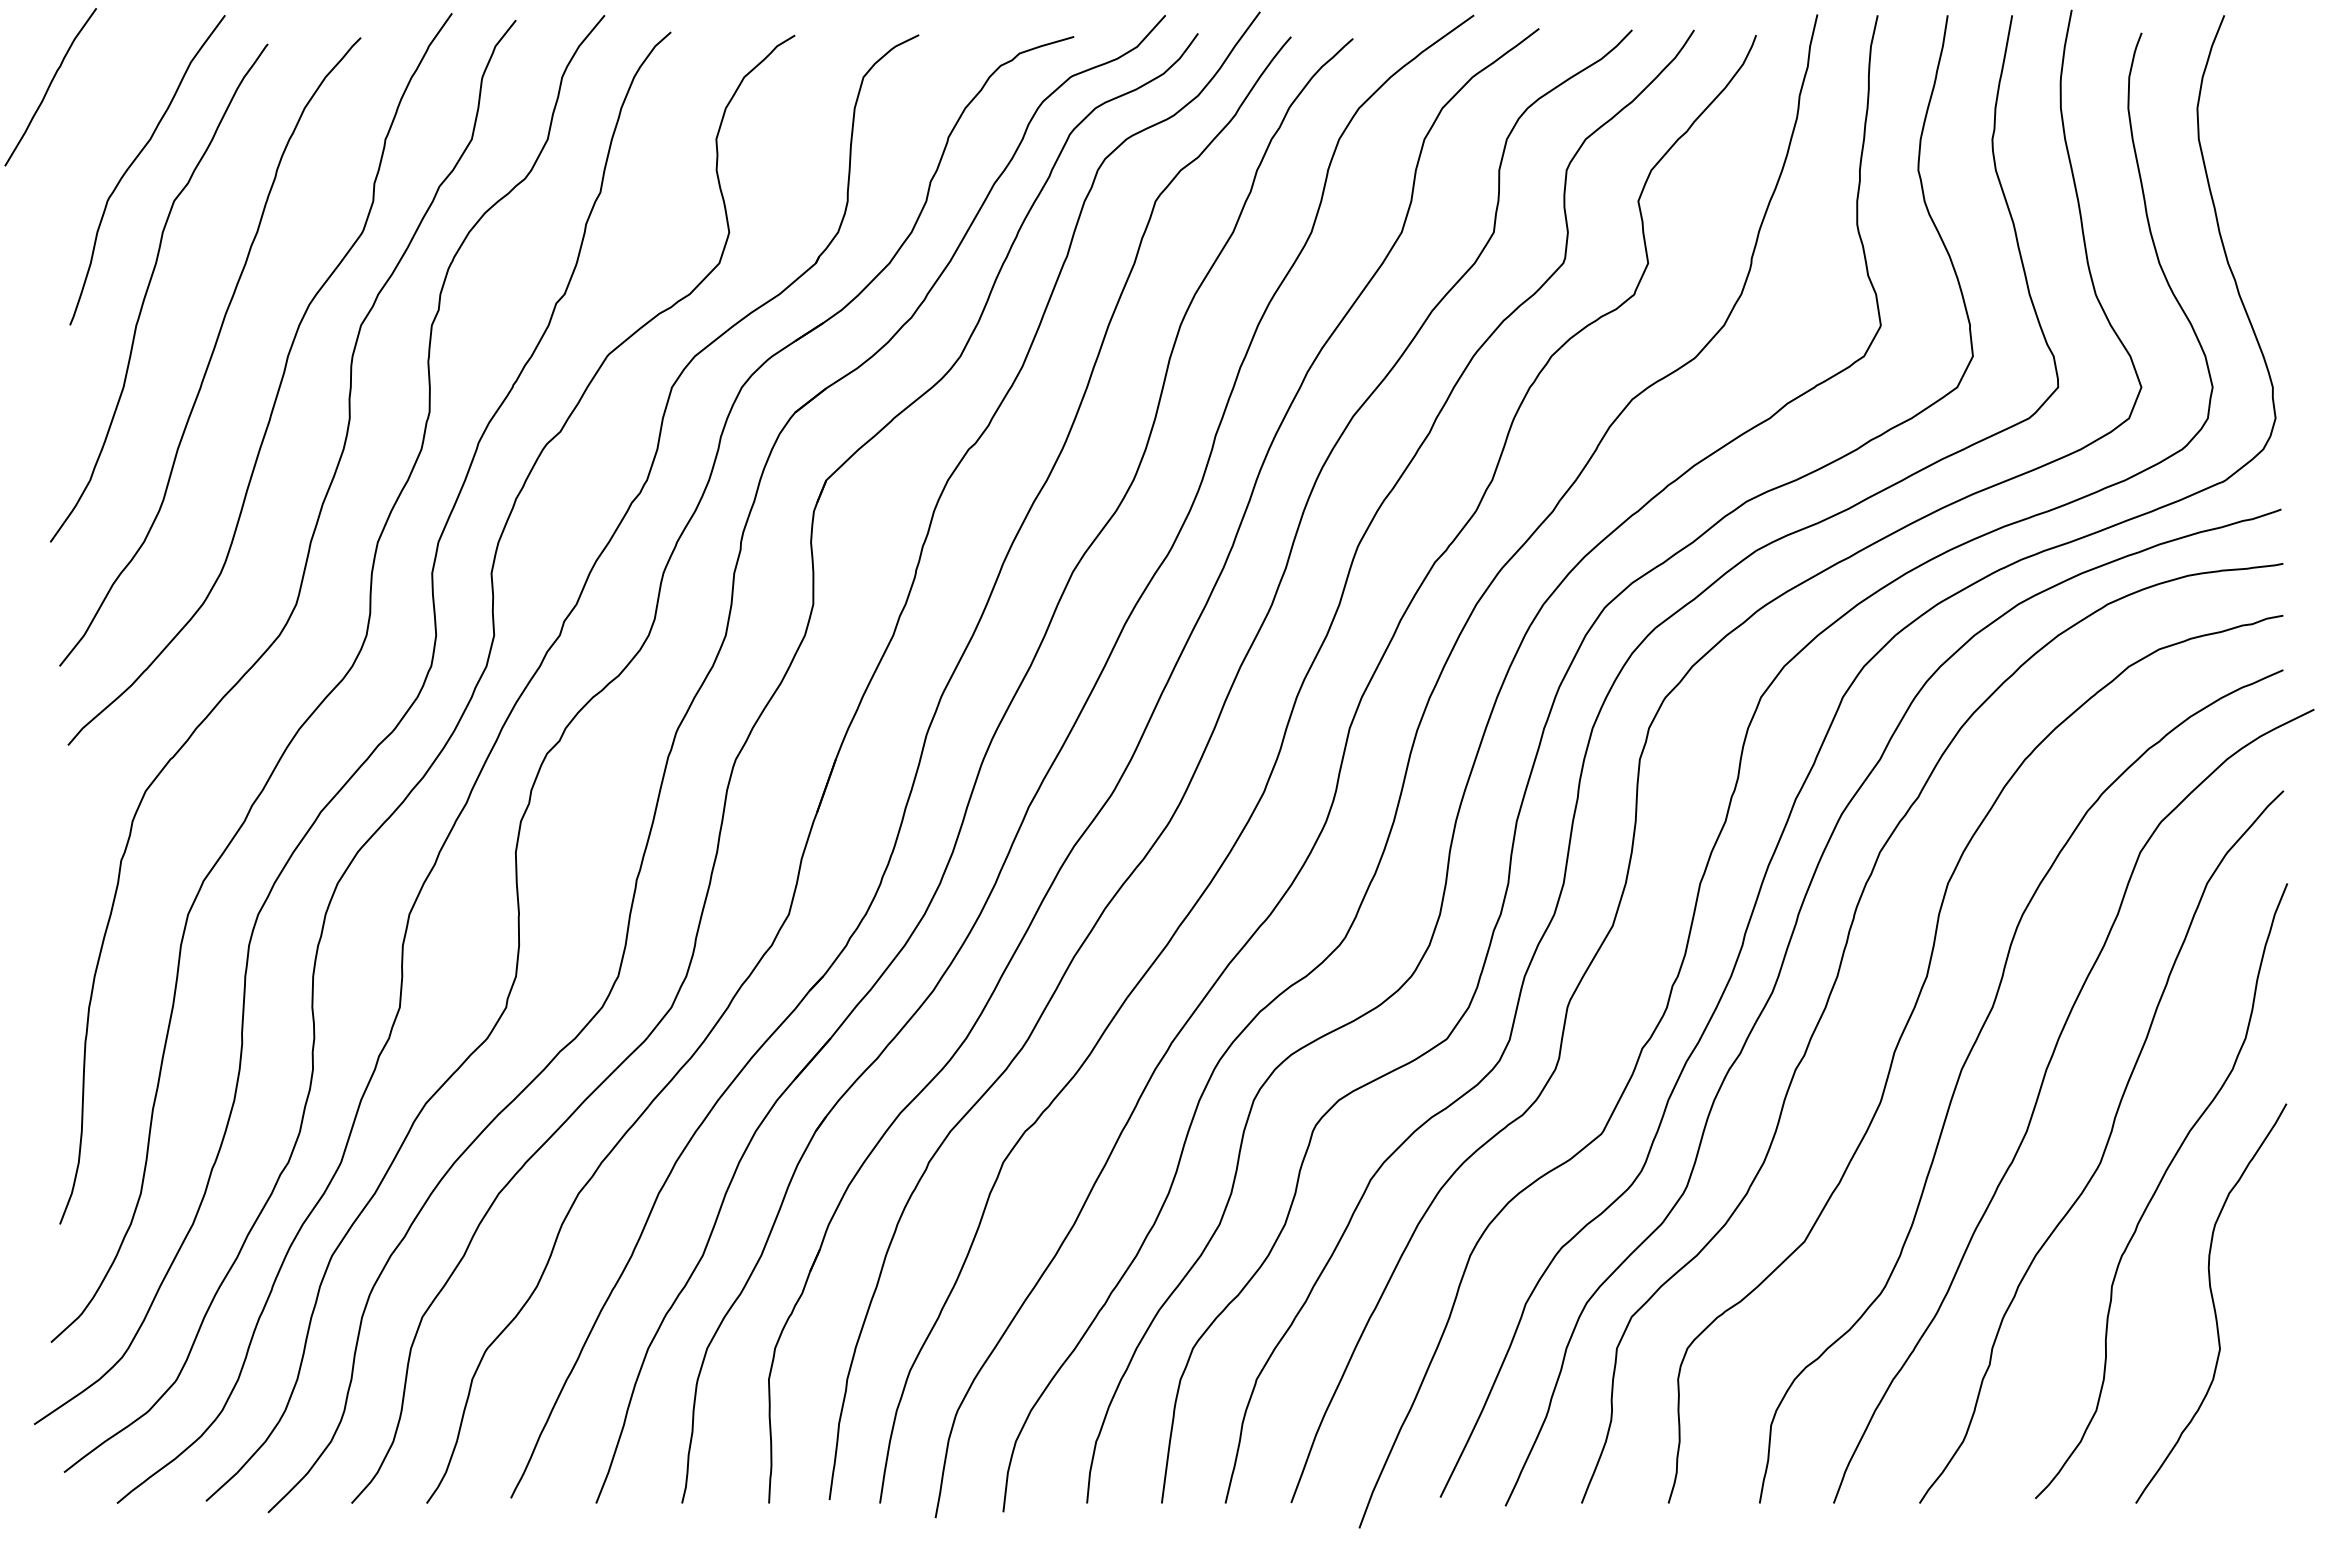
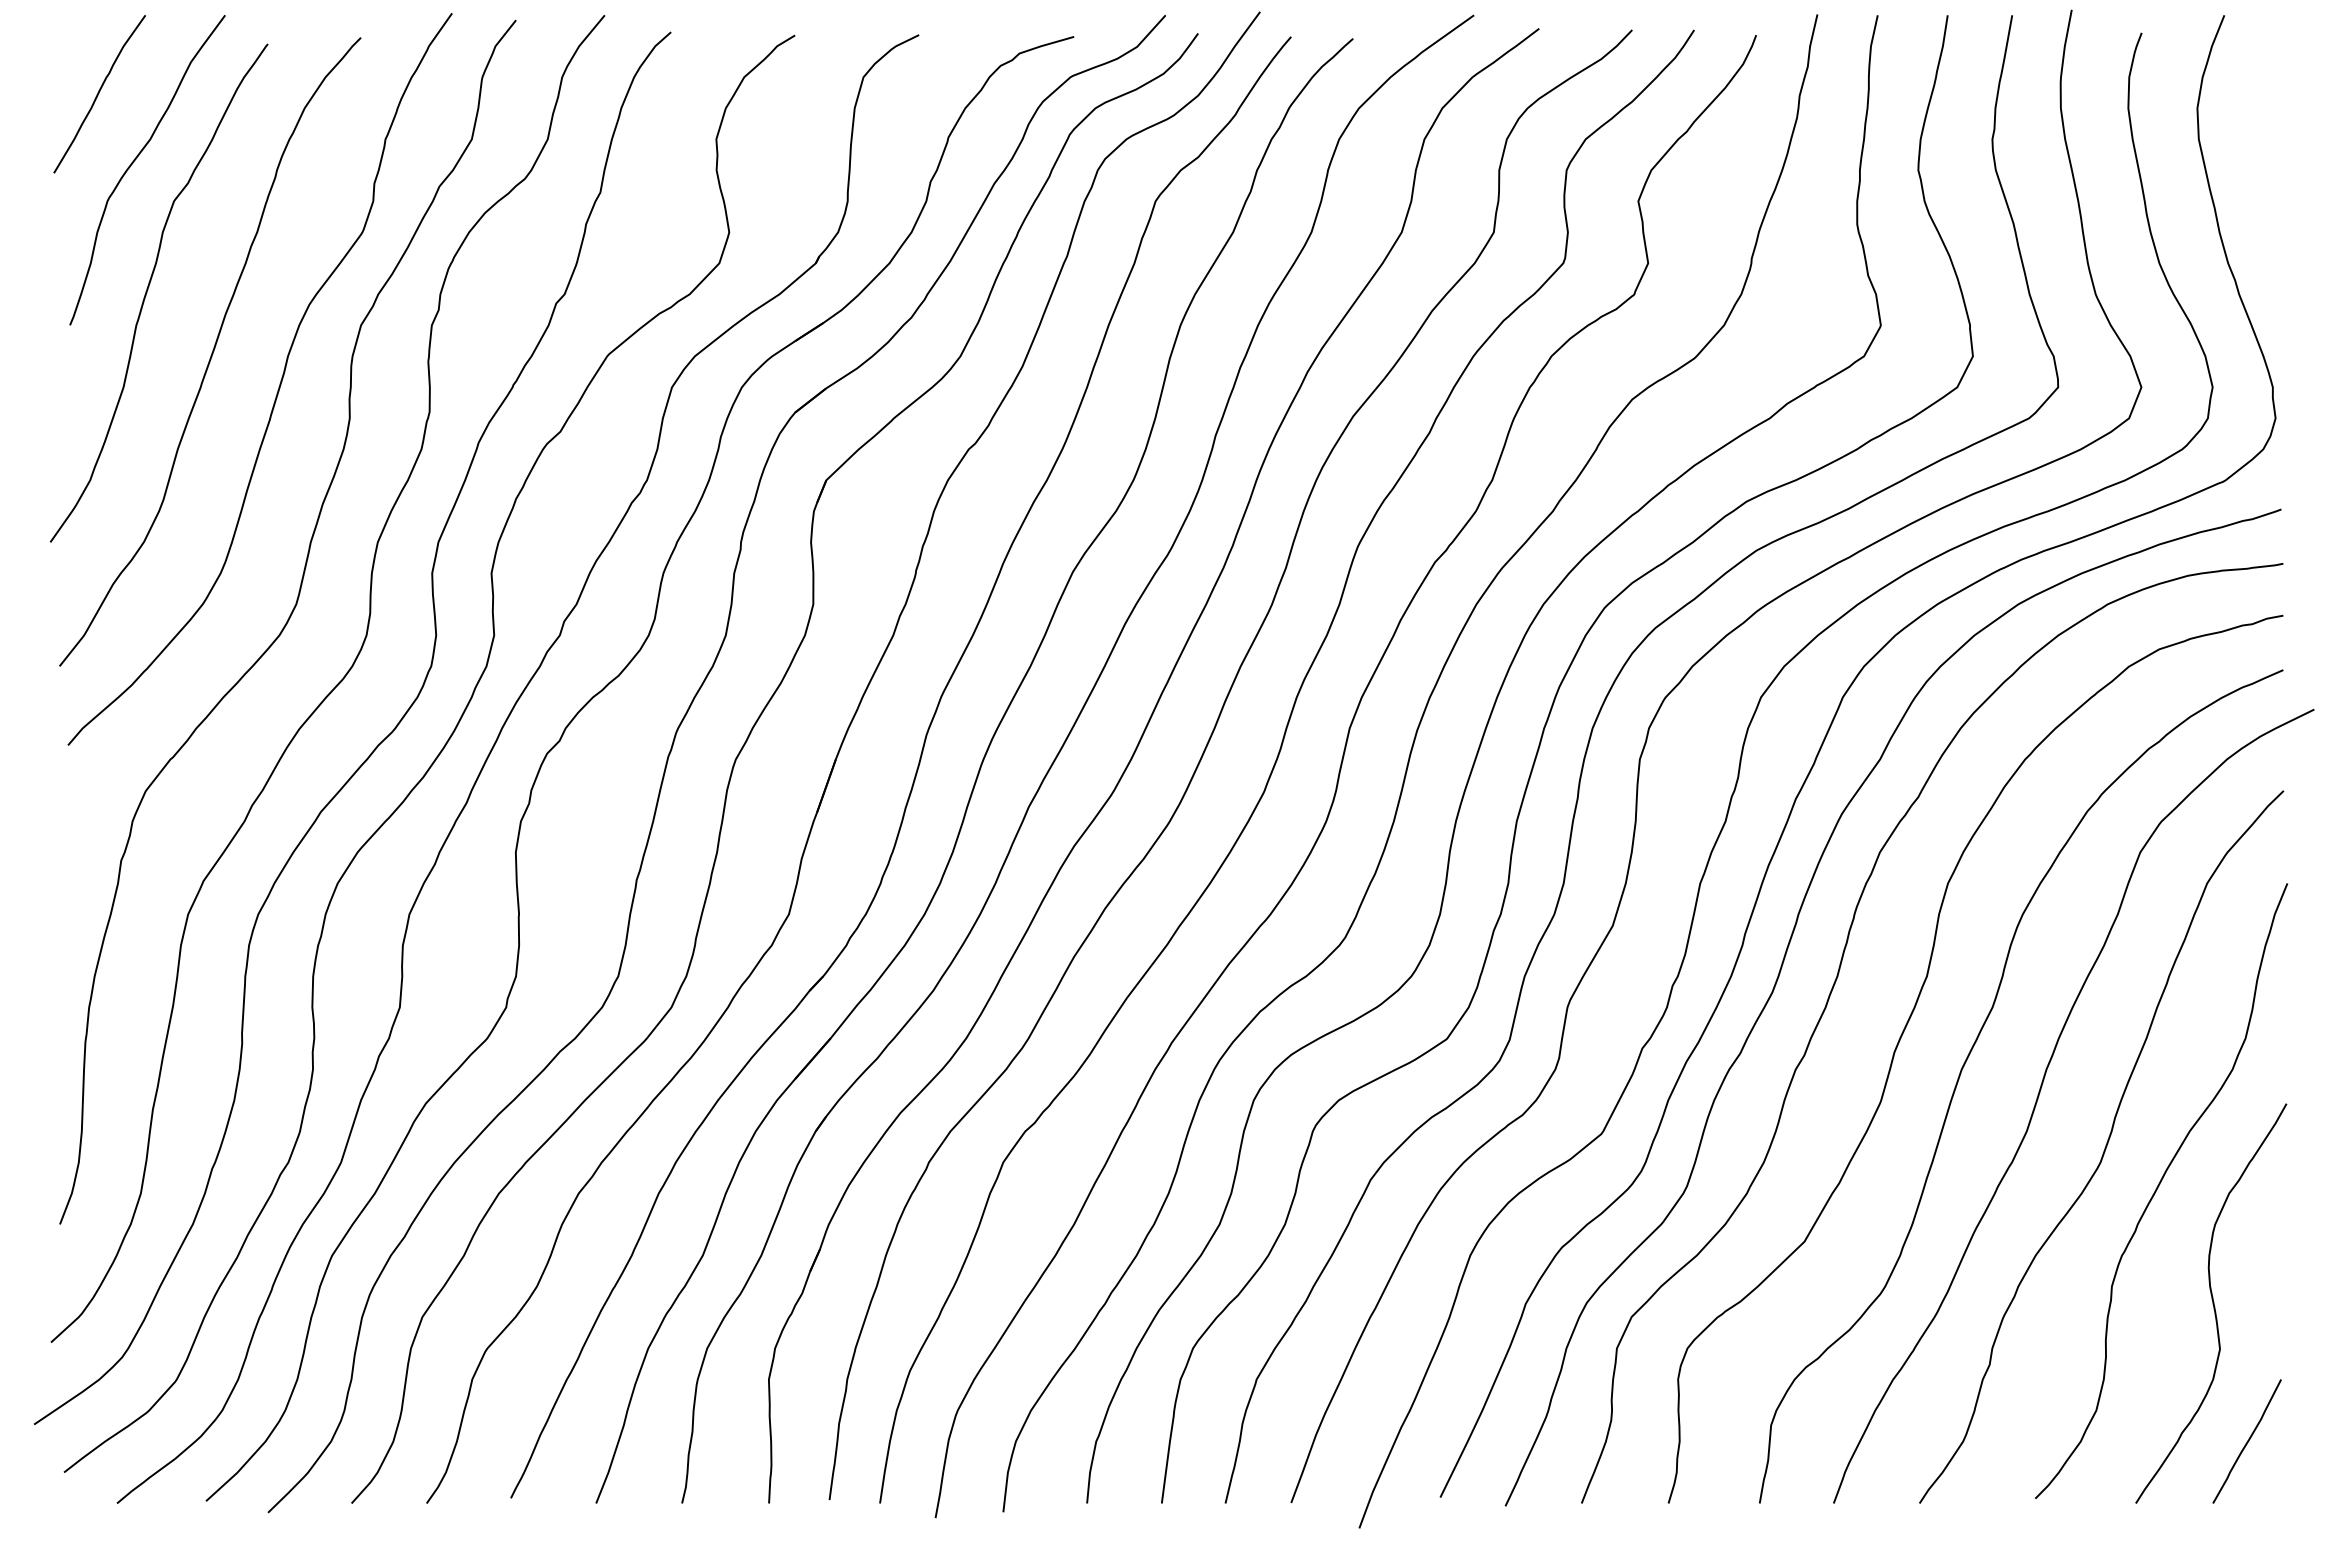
curve at (50, 86) position: (50, 86) -> (99, 93)
curve at (2247, 1441): none -> present
